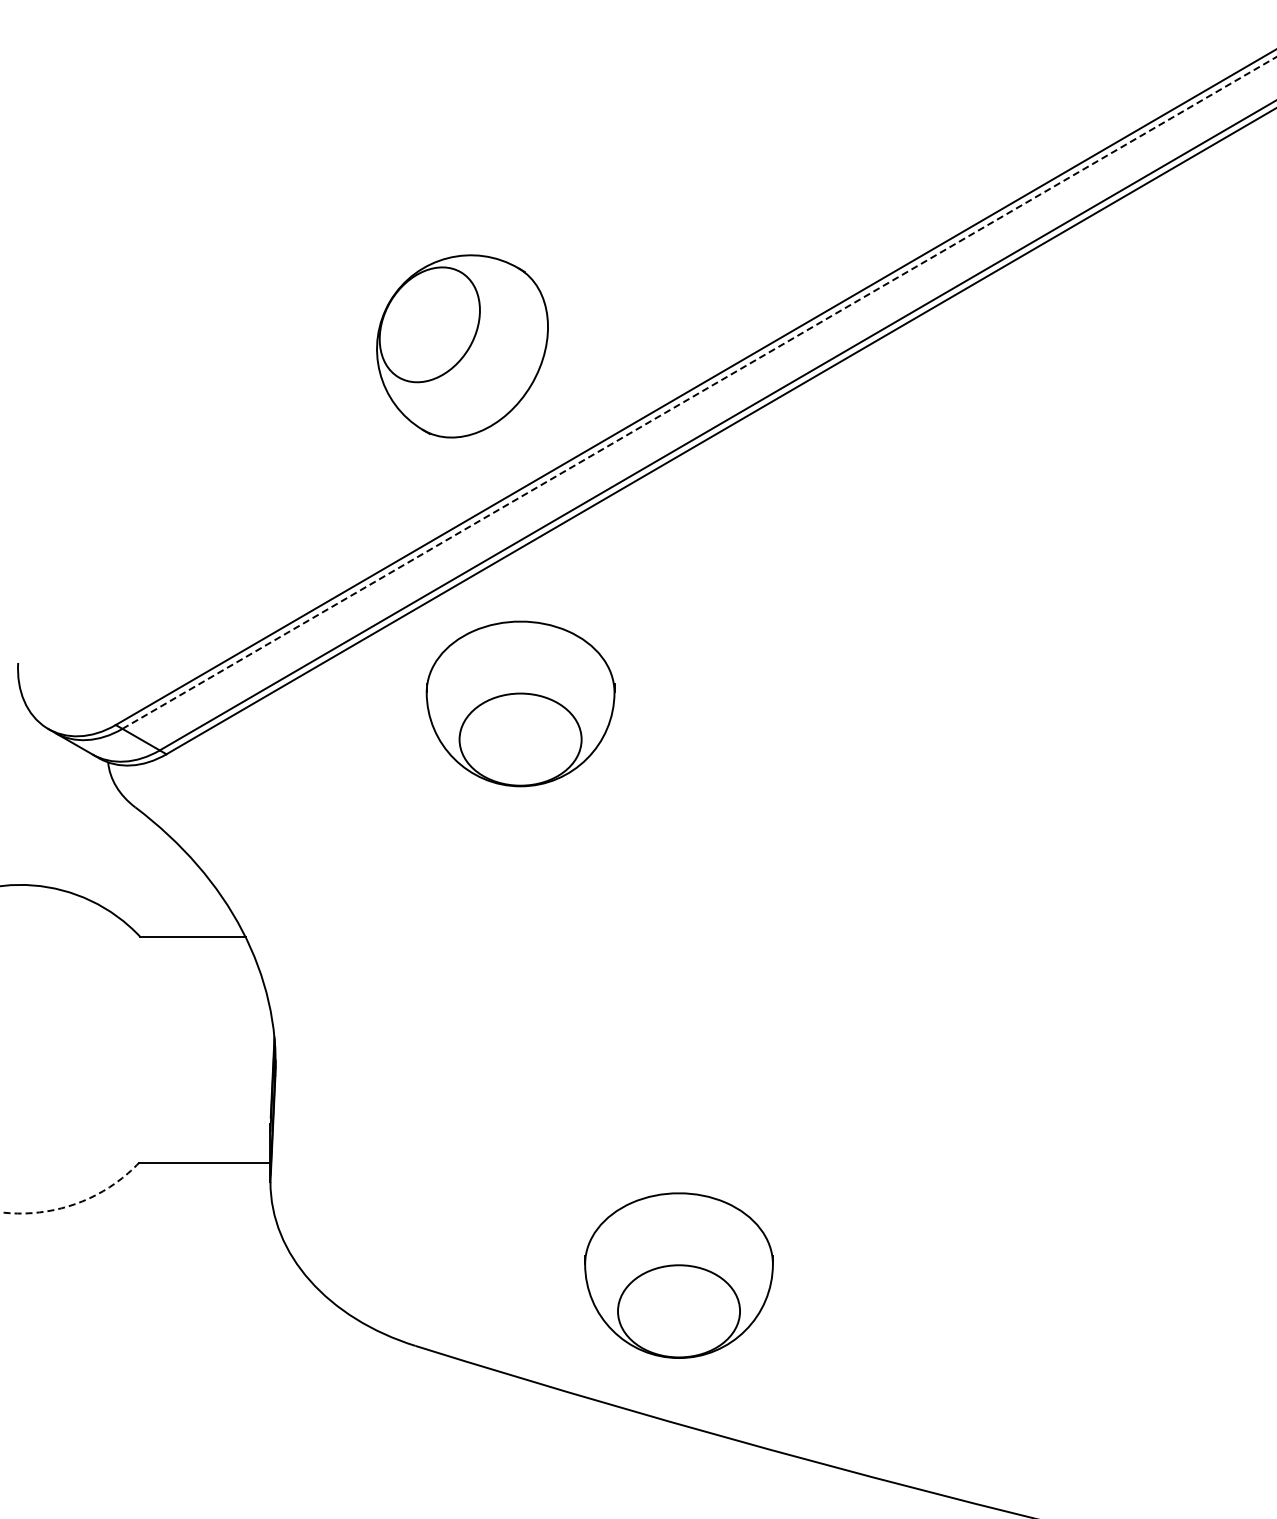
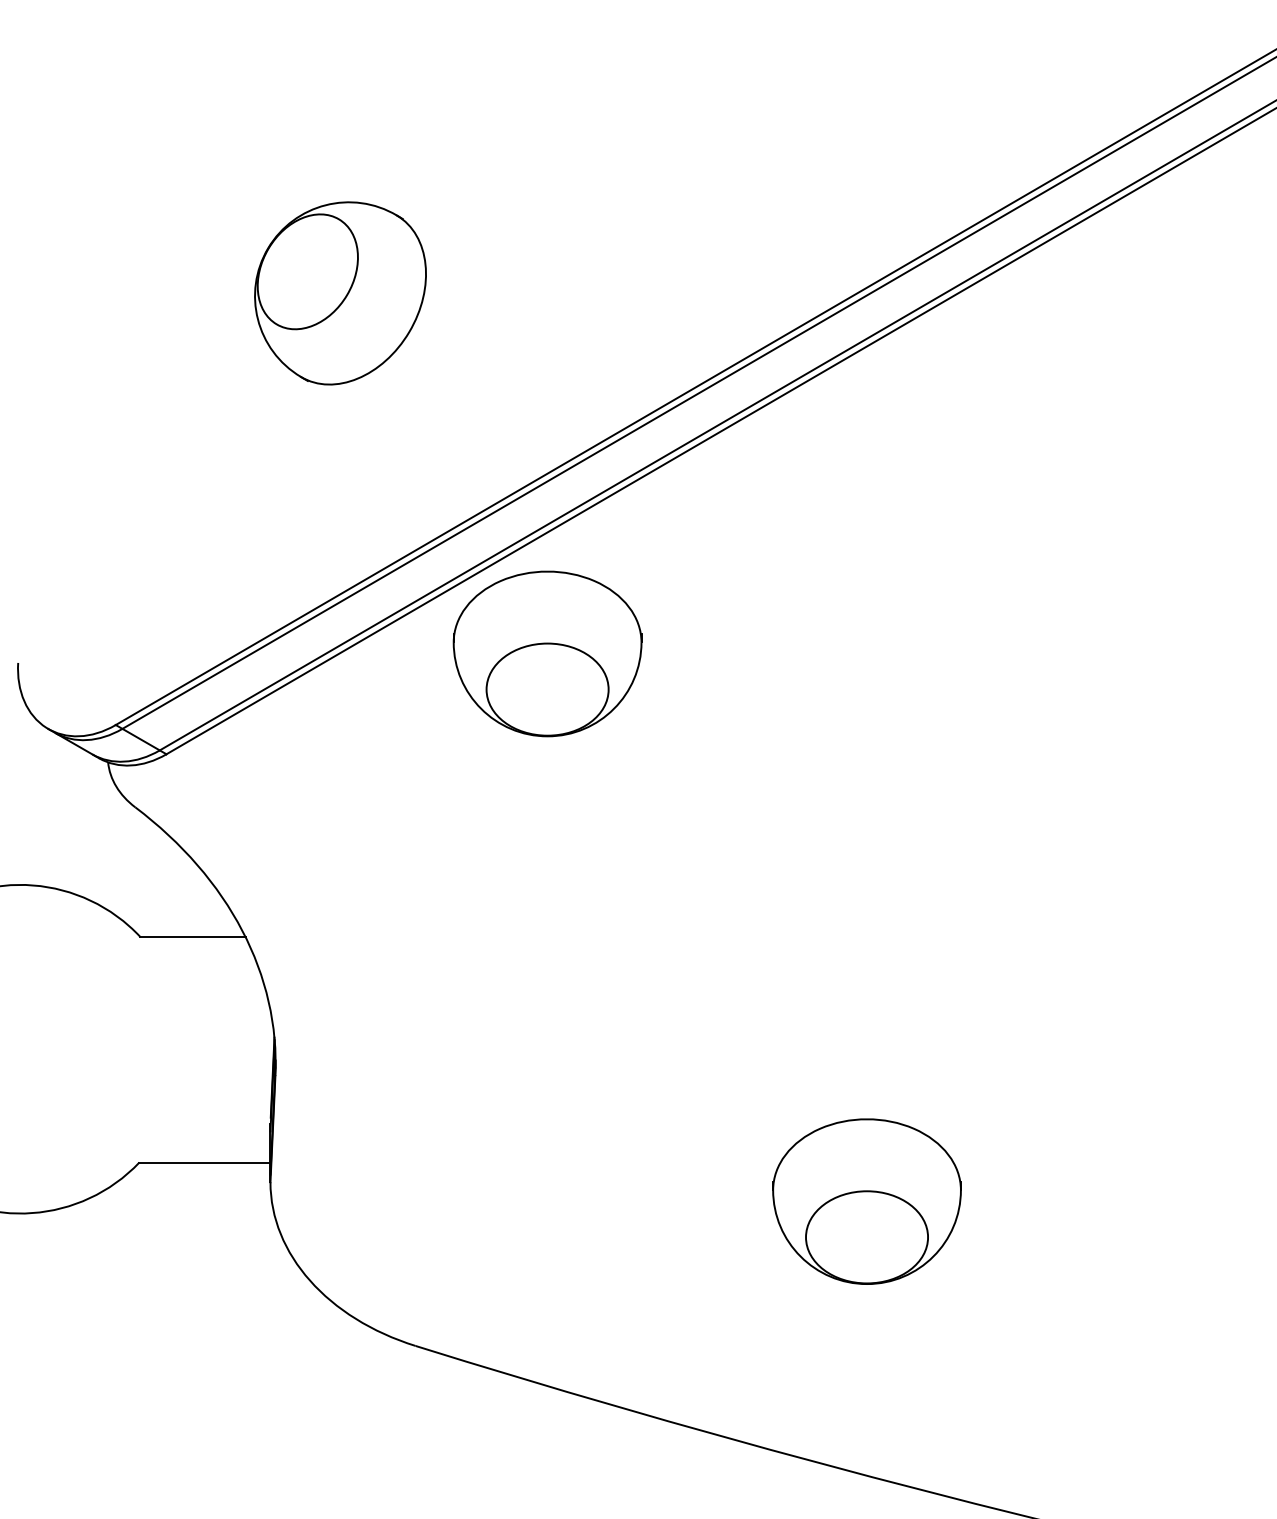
part at (462, 346) position: (462, 346) -> (340, 293)
line at (699, 392): dashed -> solid
part at (520, 703) position: (520, 703) -> (547, 653)
arc at (74, 1204): dashed -> solid
part at (678, 1275) position: (678, 1275) -> (866, 1201)
